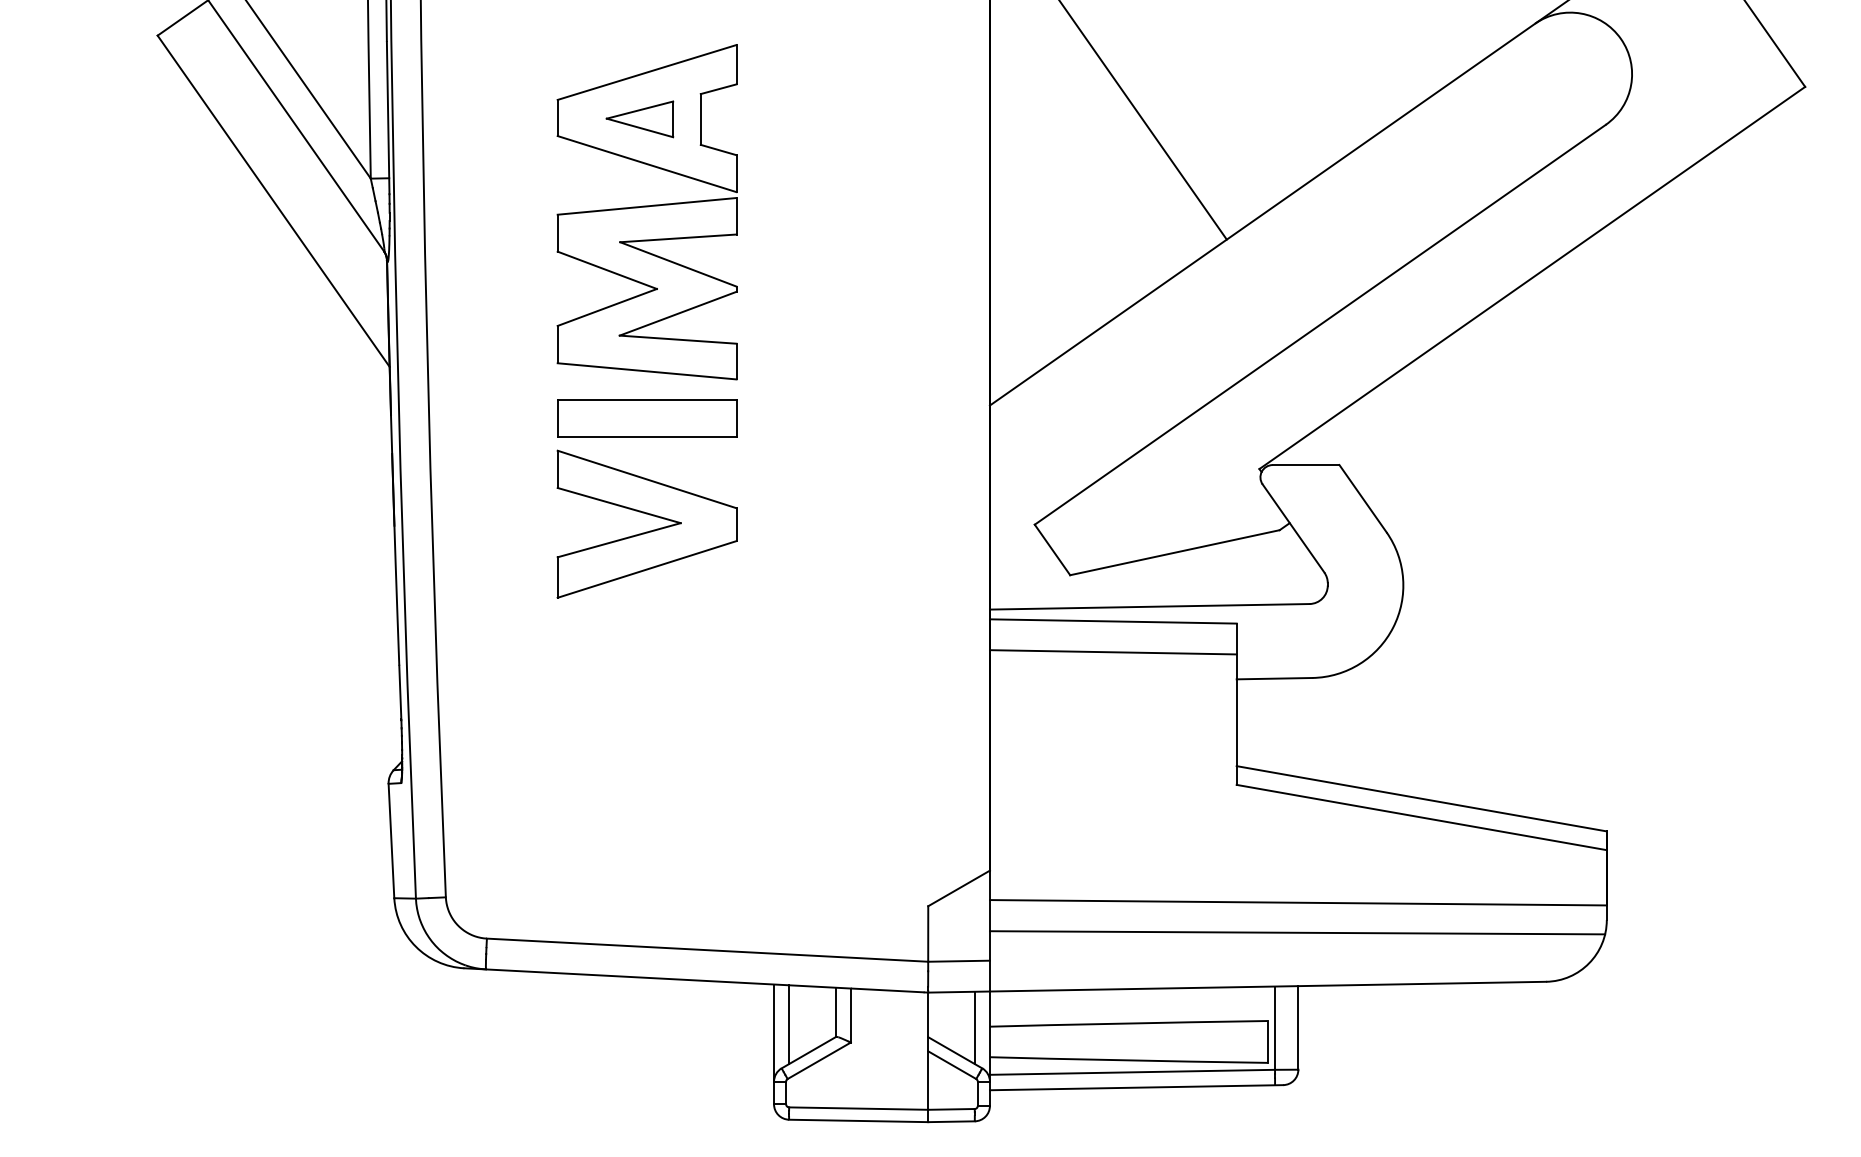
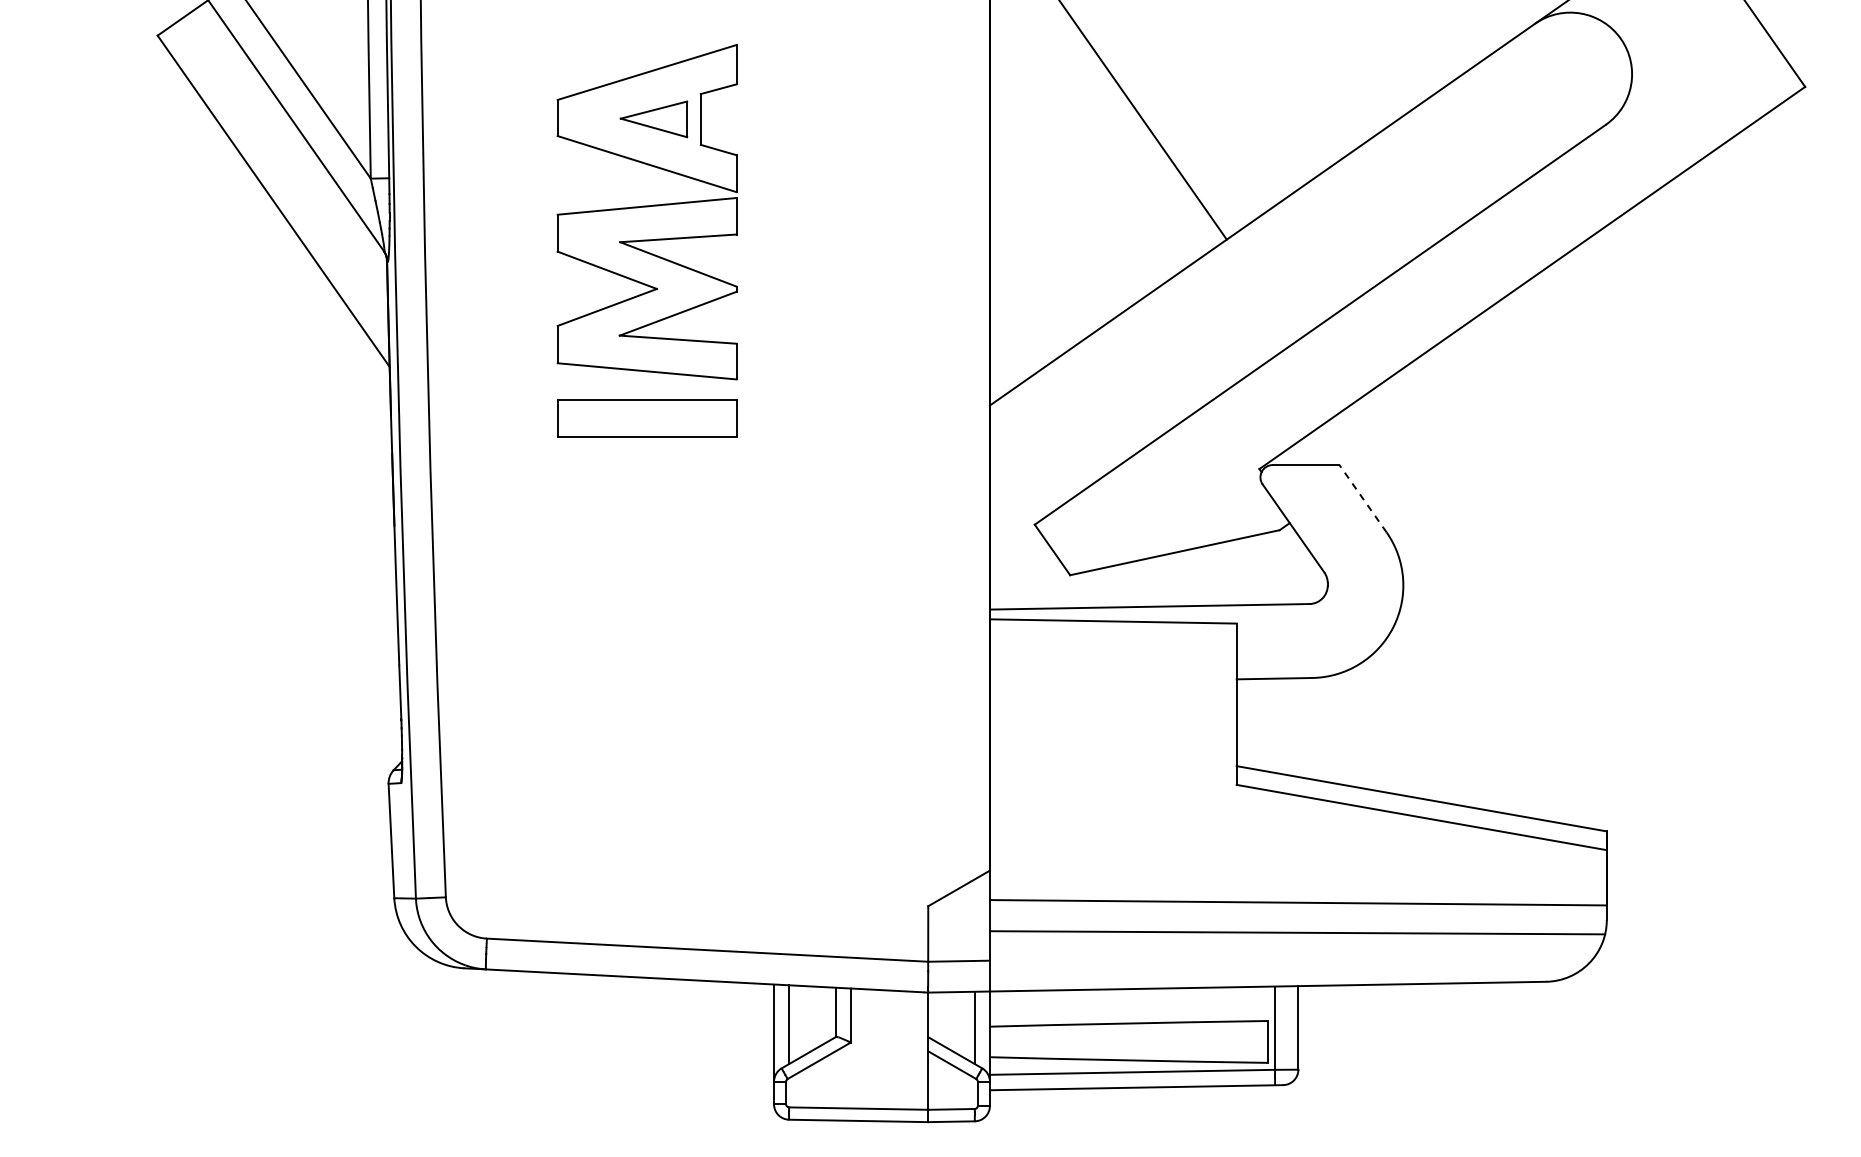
part at (639, 119) position: (639, 119) -> (653, 119)
line at (1362, 498): solid -> dashed
part at (649, 530): present -> none
line at (1112, 652): present -> none
